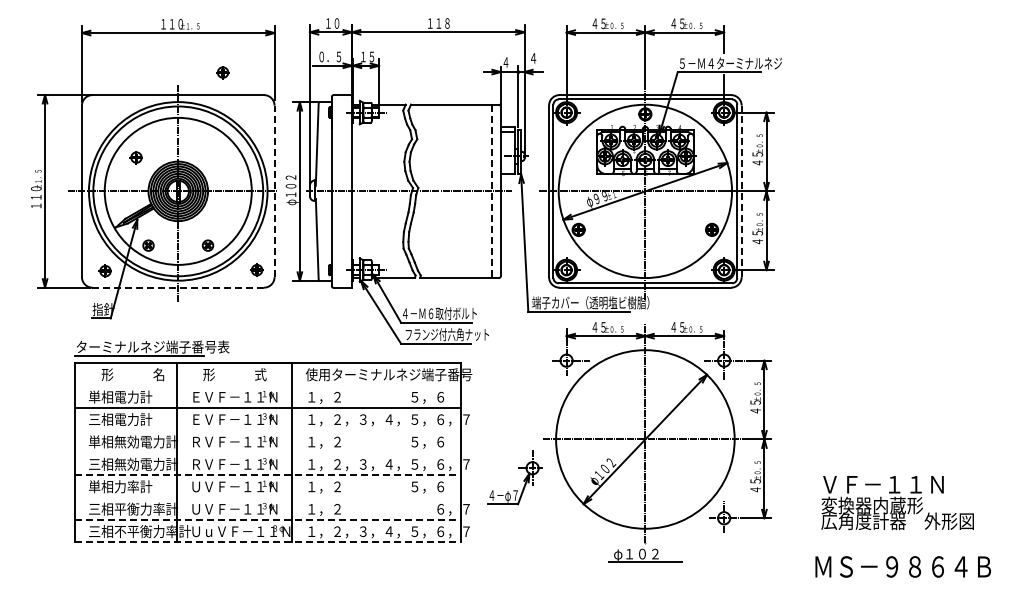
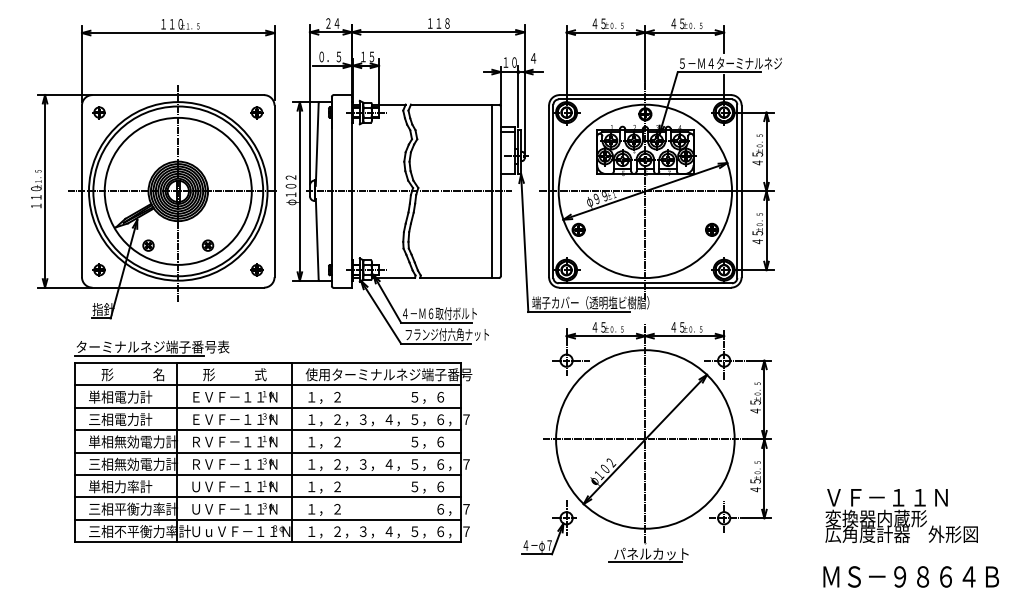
text at (332, 23): １０ -> ２４
text at (509, 62): ４ -> １０
part at (222, 72) position: (222, 72) -> (256, 112)
part at (135, 157) position: (135, 157) -> (98, 112)
line at (274, 191): dashed -> solid
line at (492, 191): dashed -> solid
line at (741, 191): dashed -> solid
part at (104, 270) position: (104, 270) -> (98, 269)
line at (178, 287): dashed -> solid
line at (267, 385): none -> present
line at (267, 430): none -> present
line at (267, 452): none -> present
line at (267, 475): dashed -> solid
part at (523, 480) position: (523, 480) -> (557, 530)
line at (267, 497): none -> present
text at (897, 502) position: (897, 502) -> (901, 515)
line at (267, 519): dashed -> solid
line at (267, 542): dashed -> solid
text at (651, 553): φ１０２ -> パネルカット
text at (902, 566) position: (902, 566) -> (910, 576)
